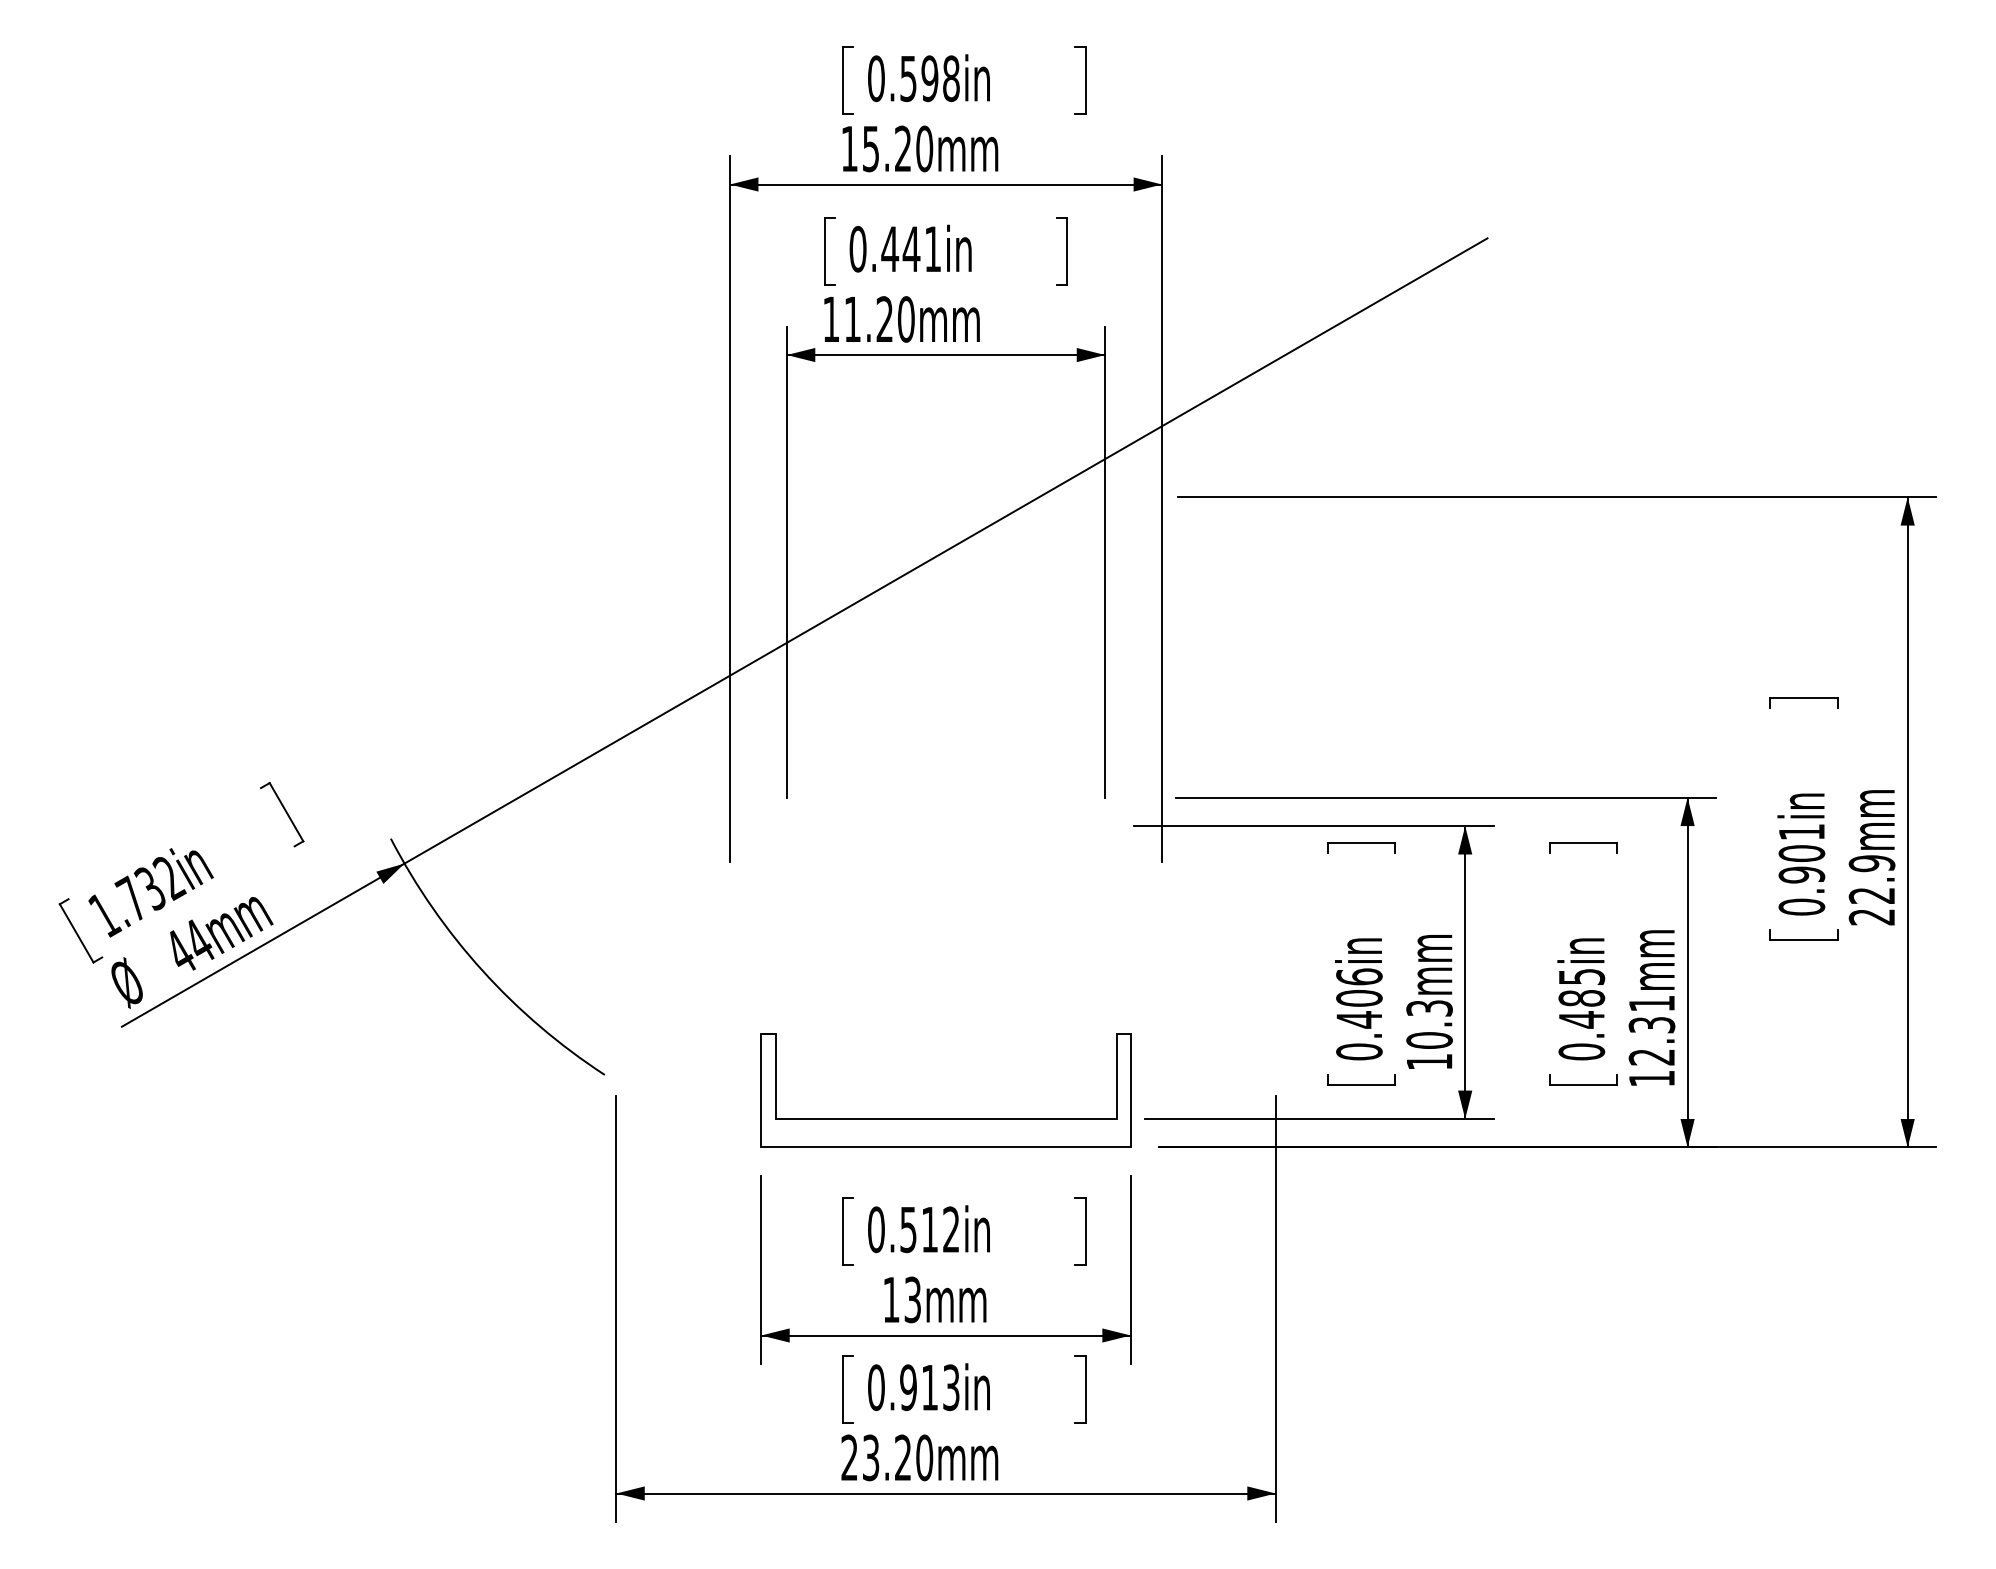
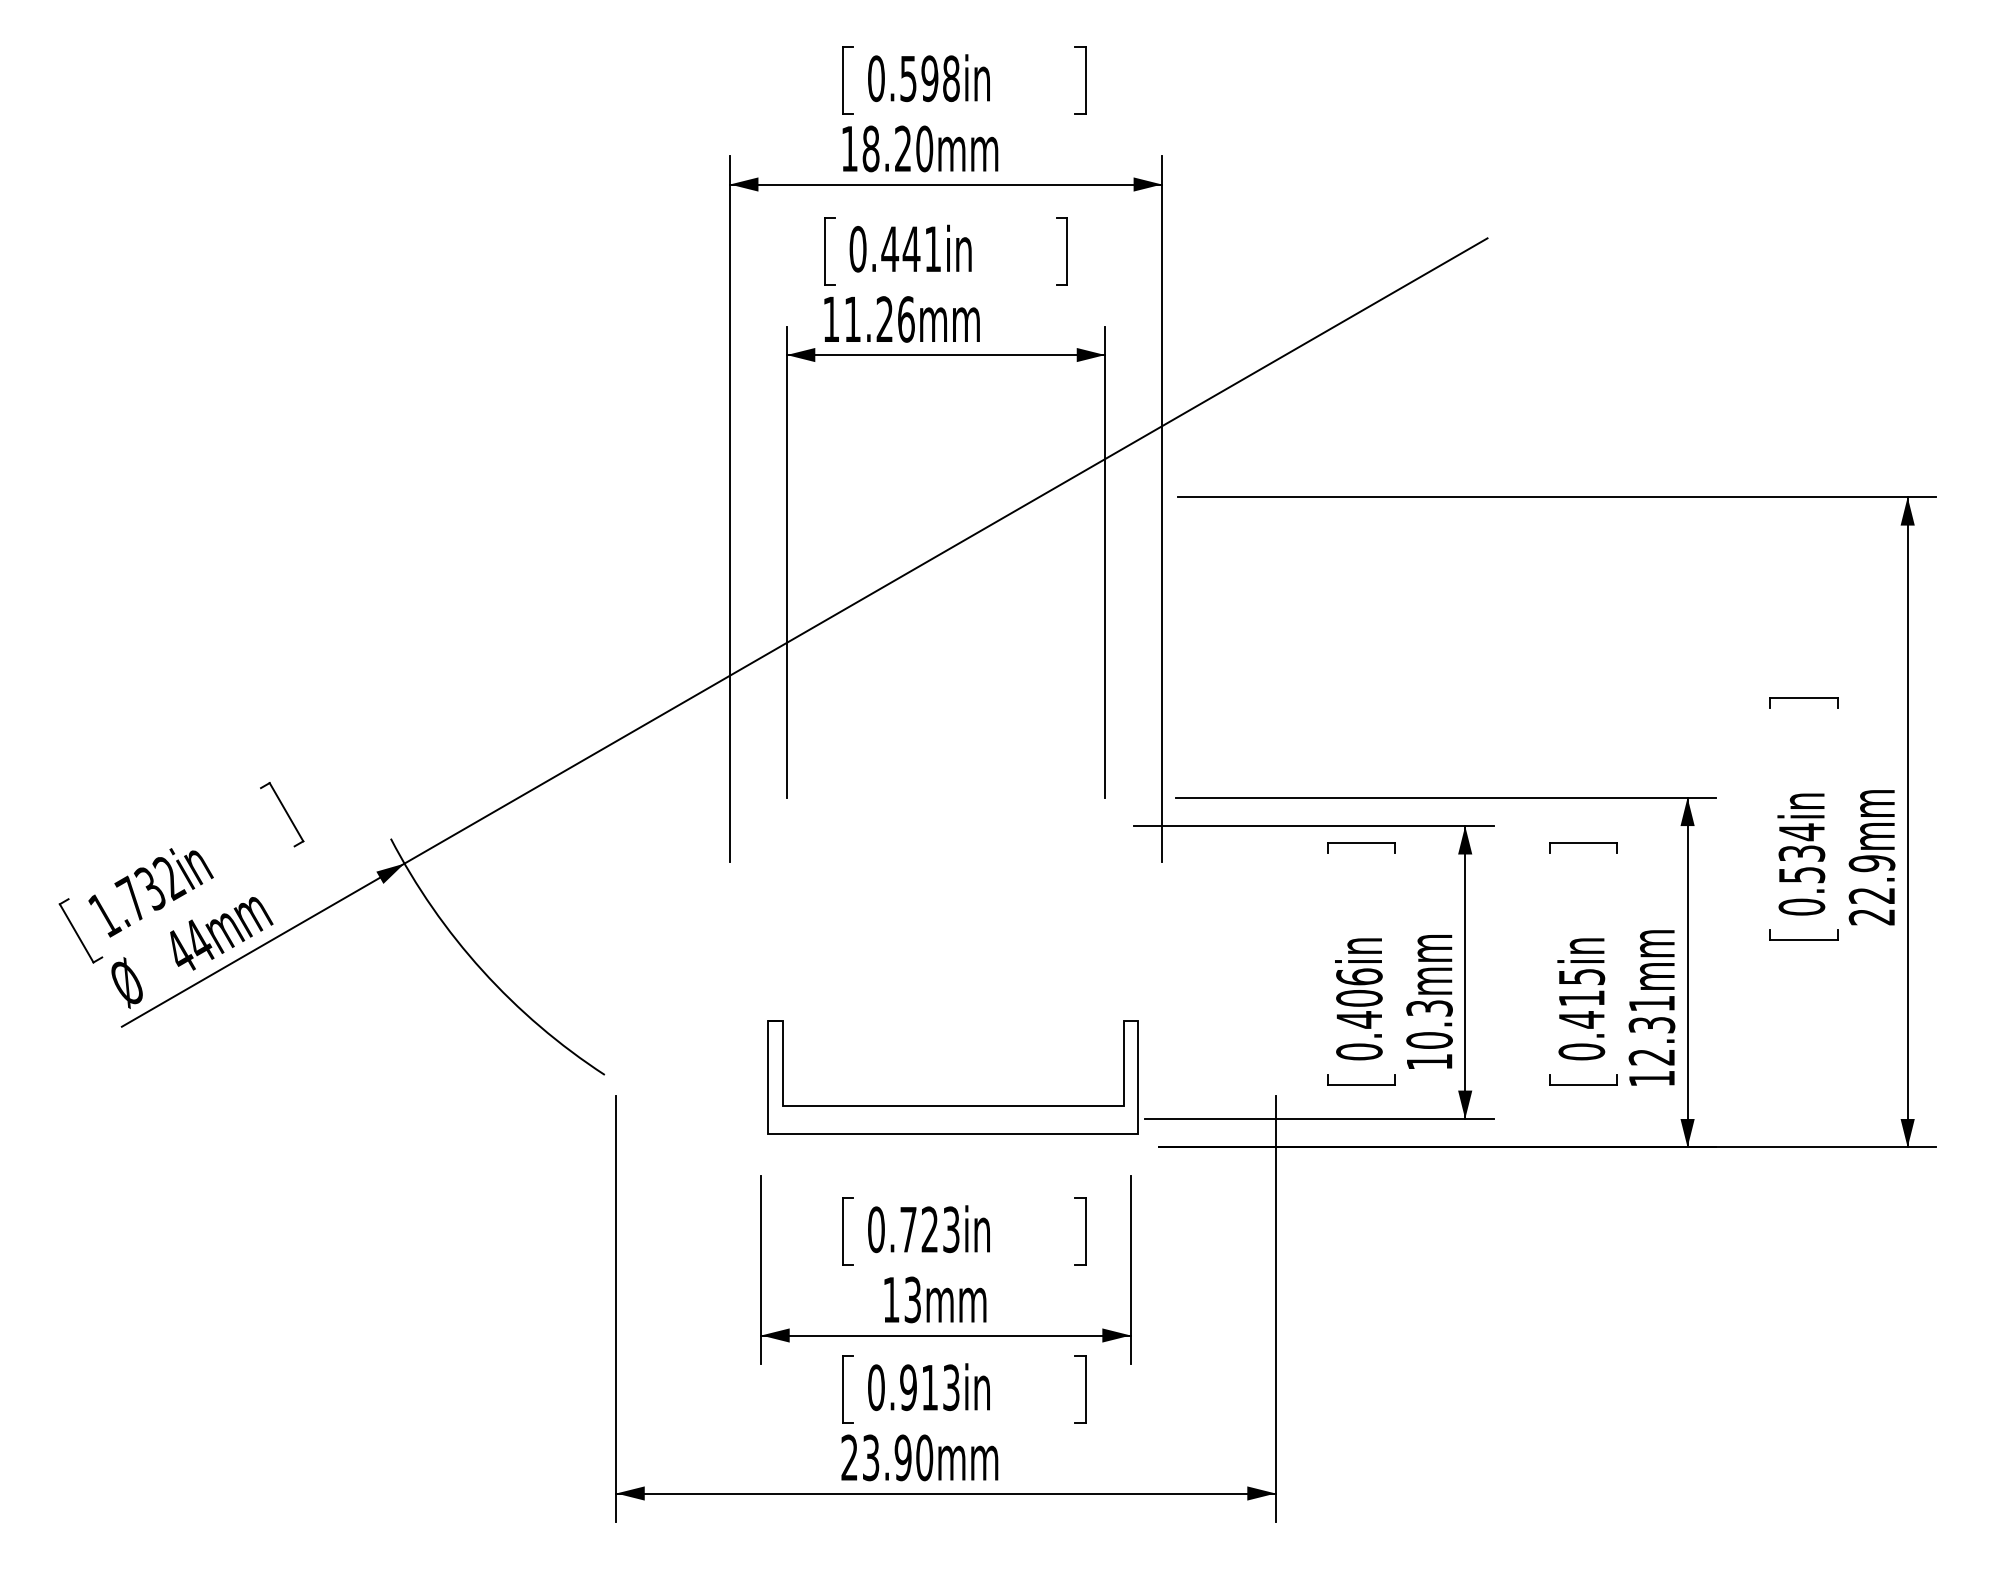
text at (870, 148): 15.20mm -> 18.20mm
text at (906, 319): 11.20mm -> 11.26mm
text at (1801, 853): 0.901in -> 0.534in
text at (1581, 998): 0.485in -> 0.415in
curve at (945, 1118) position: (945, 1118) -> (952, 1105)
text at (929, 1229): 0.512in -> 0.723in
text at (902, 1457): 23.20mm -> 23.90mm
